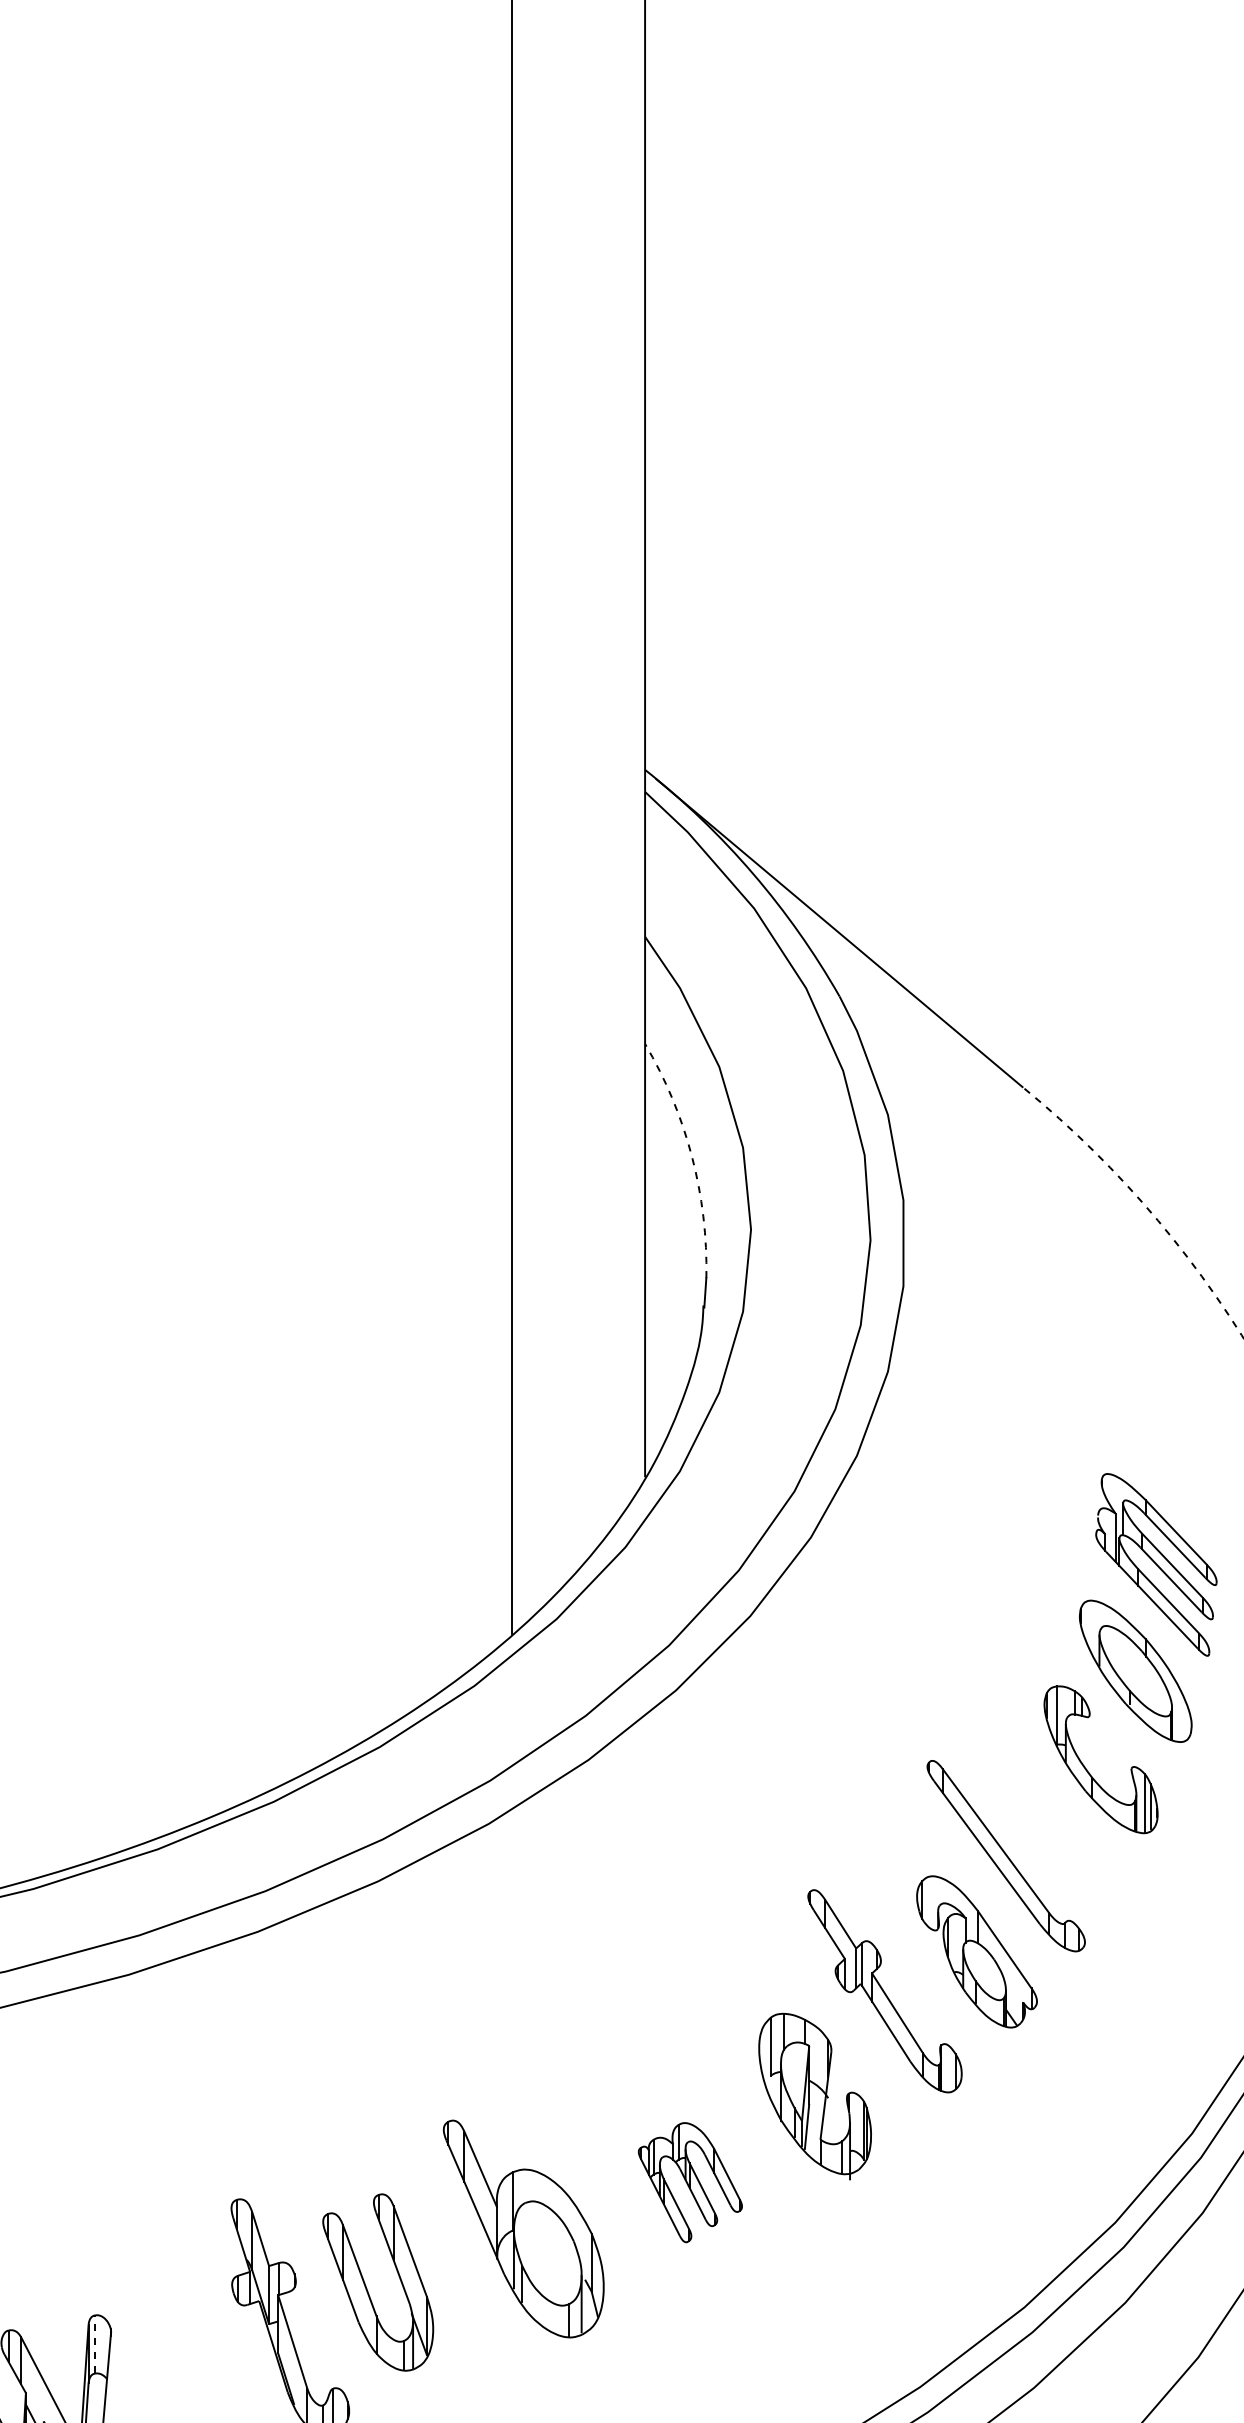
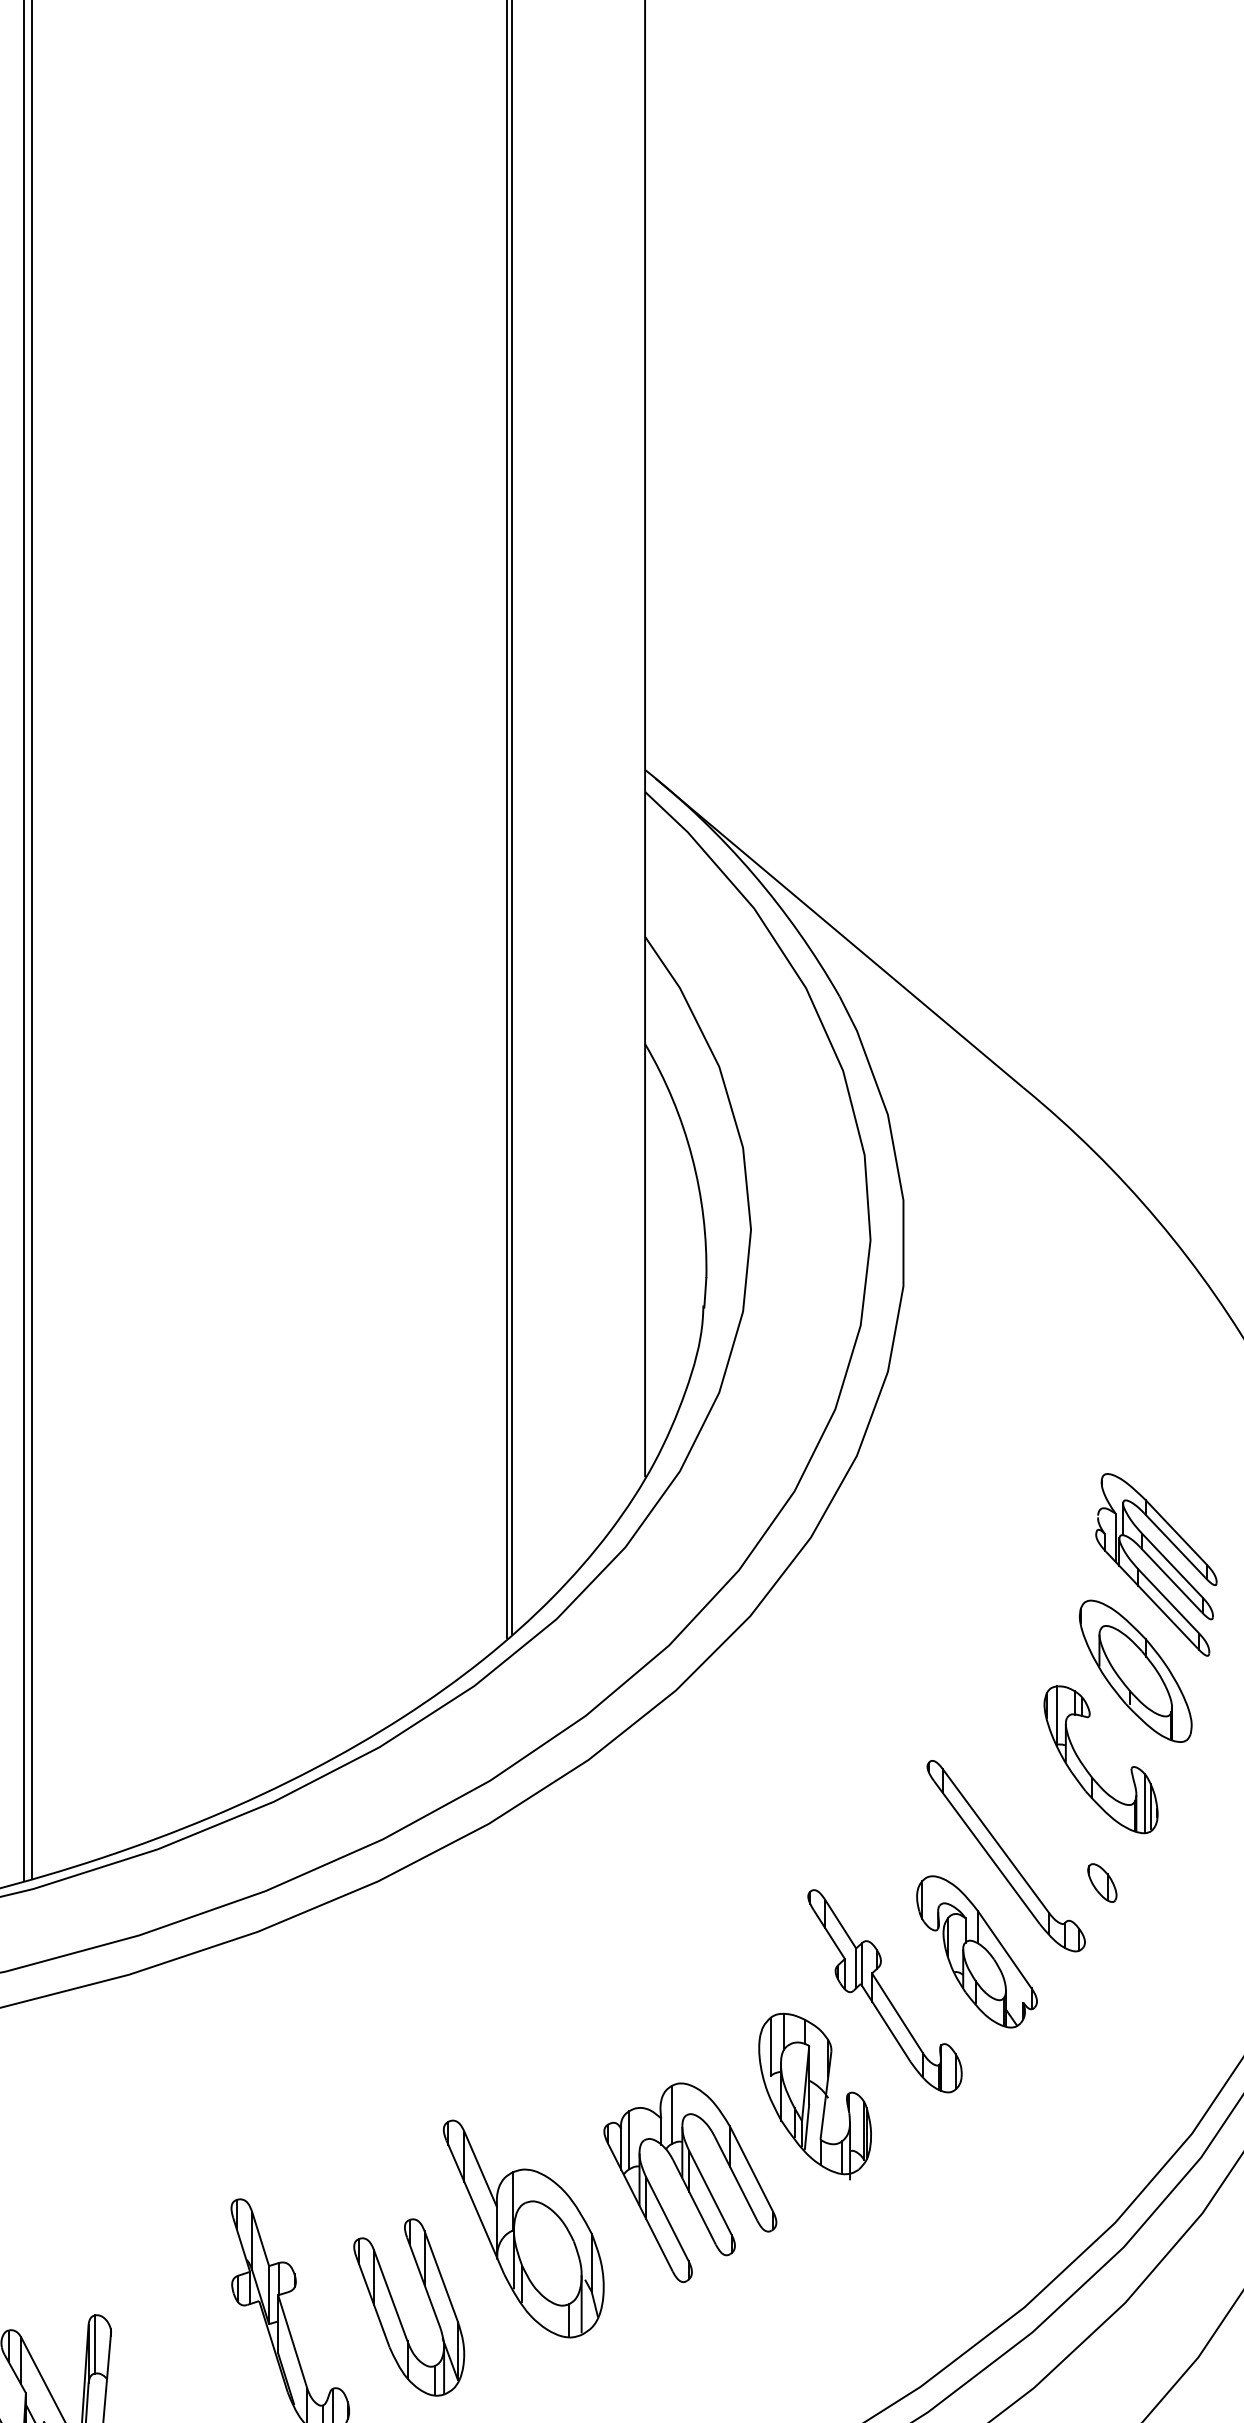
line at (507, 820): none -> present
line at (32, 940): none -> present
line at (23, 941): none -> present
arc at (692, 1156): dashed -> solid
arc at (1143, 1204): dashed -> solid
part at (1102, 1882): none -> present
part at (690, 2182) size: 105x122 px -> 175x201 px
part at (366, 2285) position: (366, 2285) -> (397, 2310)
line at (95, 2343): dashed -> solid
